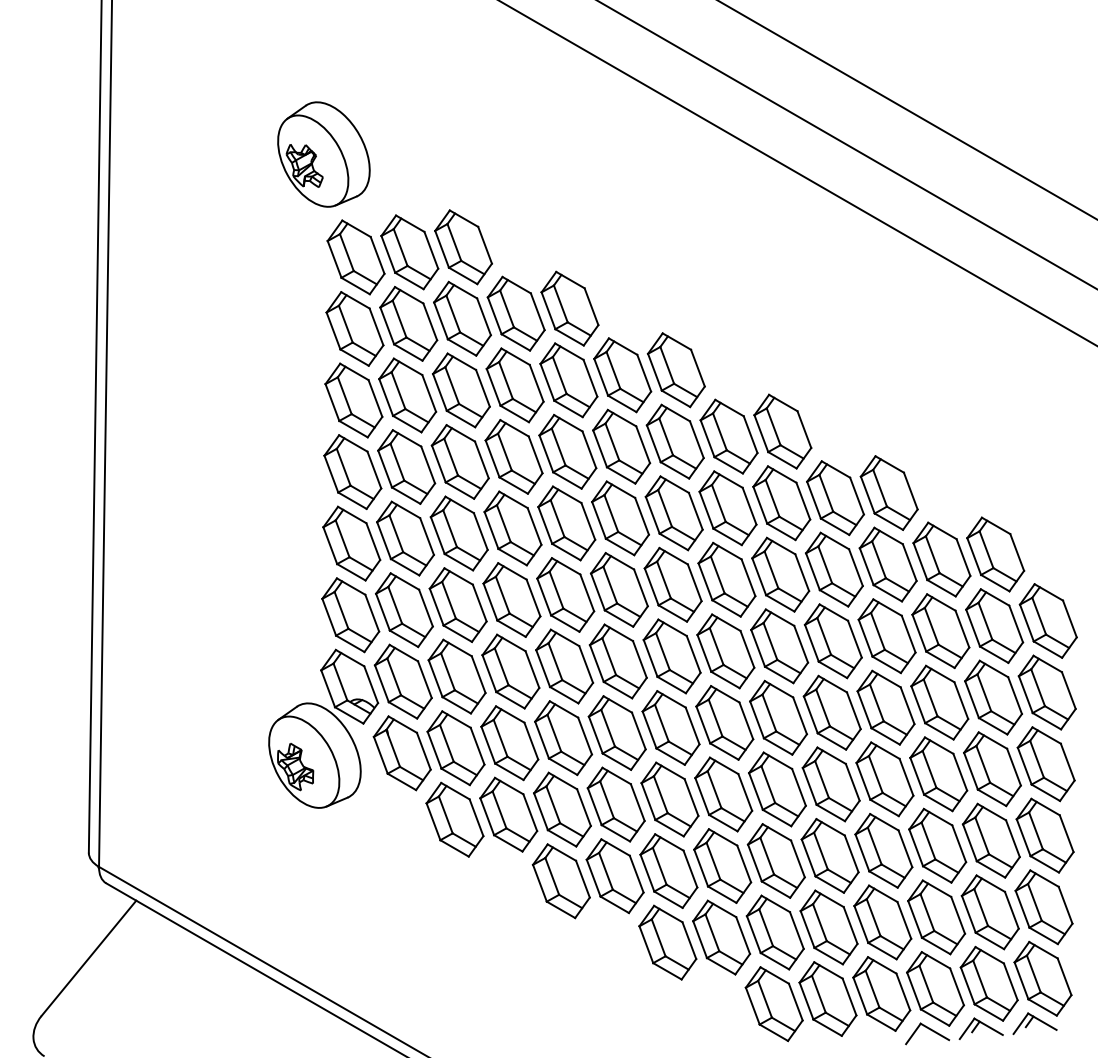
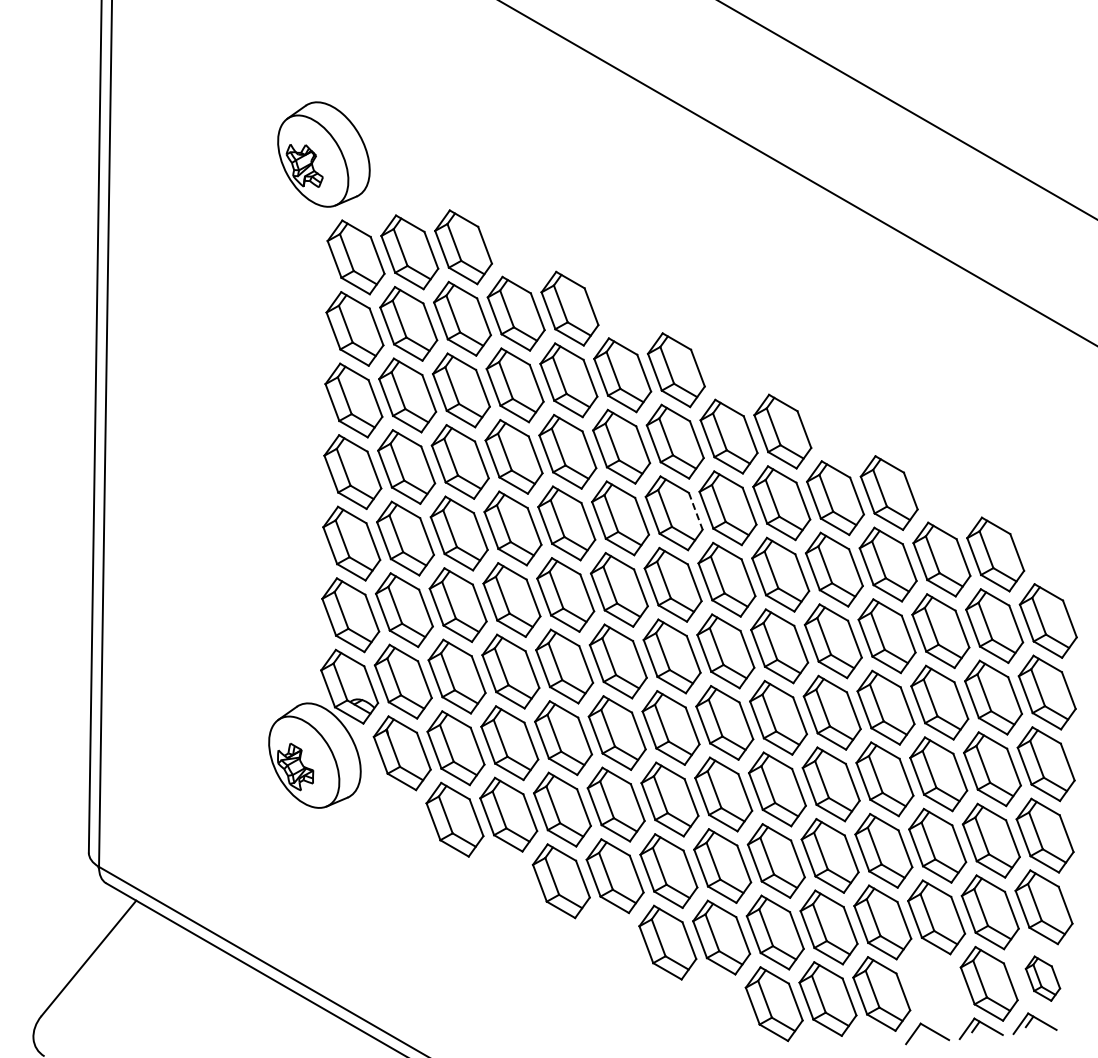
line at (847, 144): present -> none
line at (695, 511): solid -> dashed
part at (1042, 978) size: 60x77 px -> 38x47 px
part at (935, 988): present -> none
